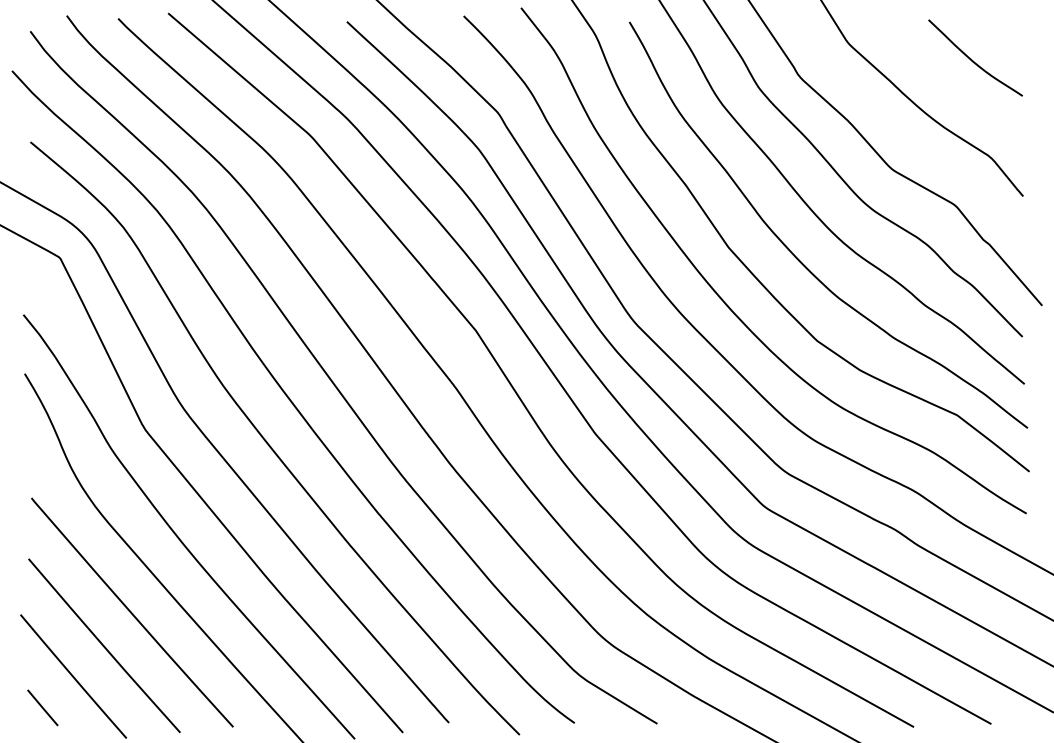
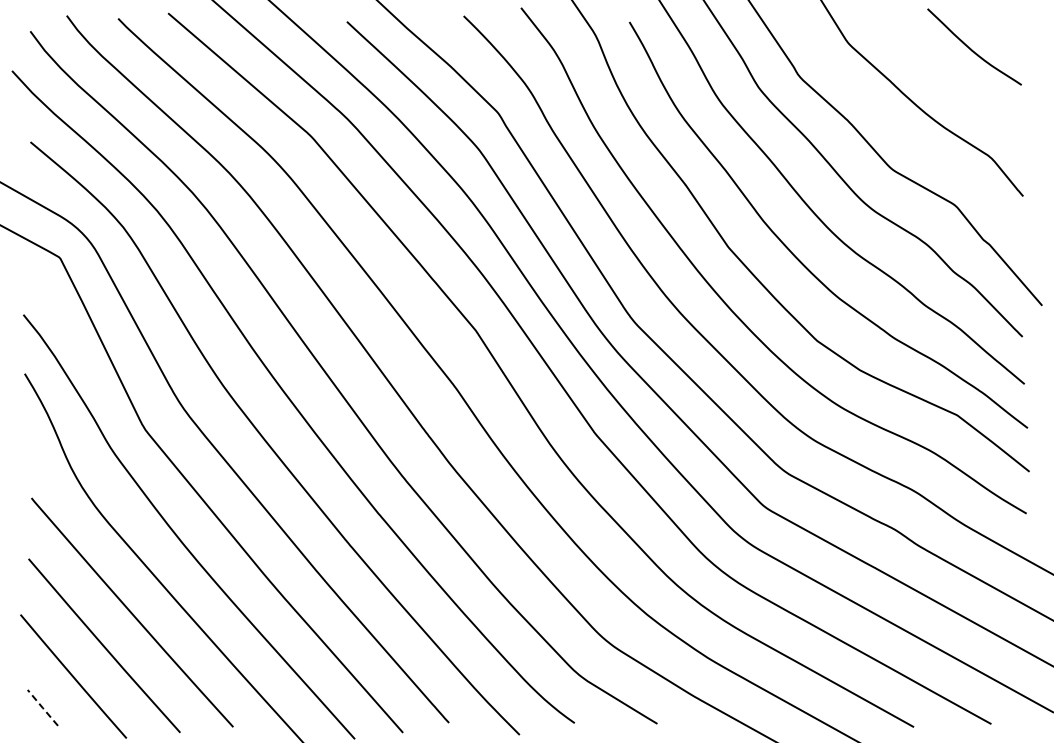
curve at (972, 59) position: (972, 59) -> (971, 48)
line at (42, 707): solid -> dashed
